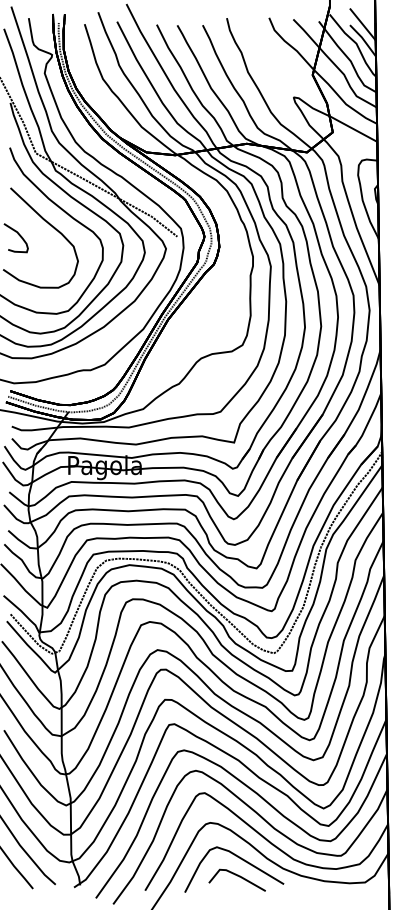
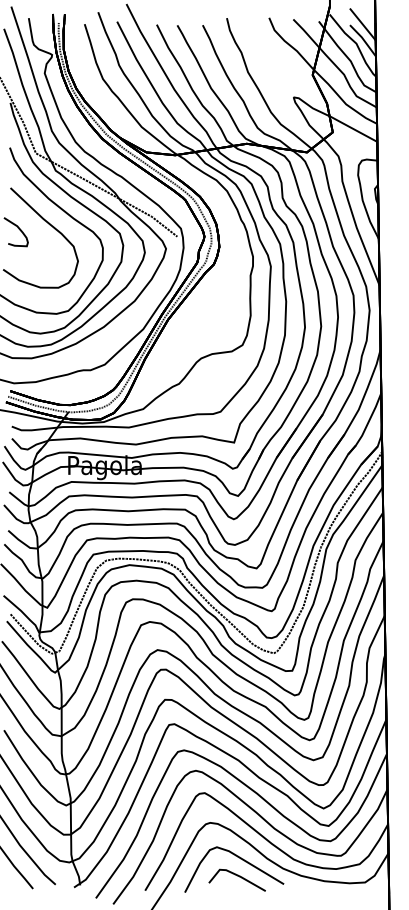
curve at (18, 235) position: (18, 235) -> (18, 229)
